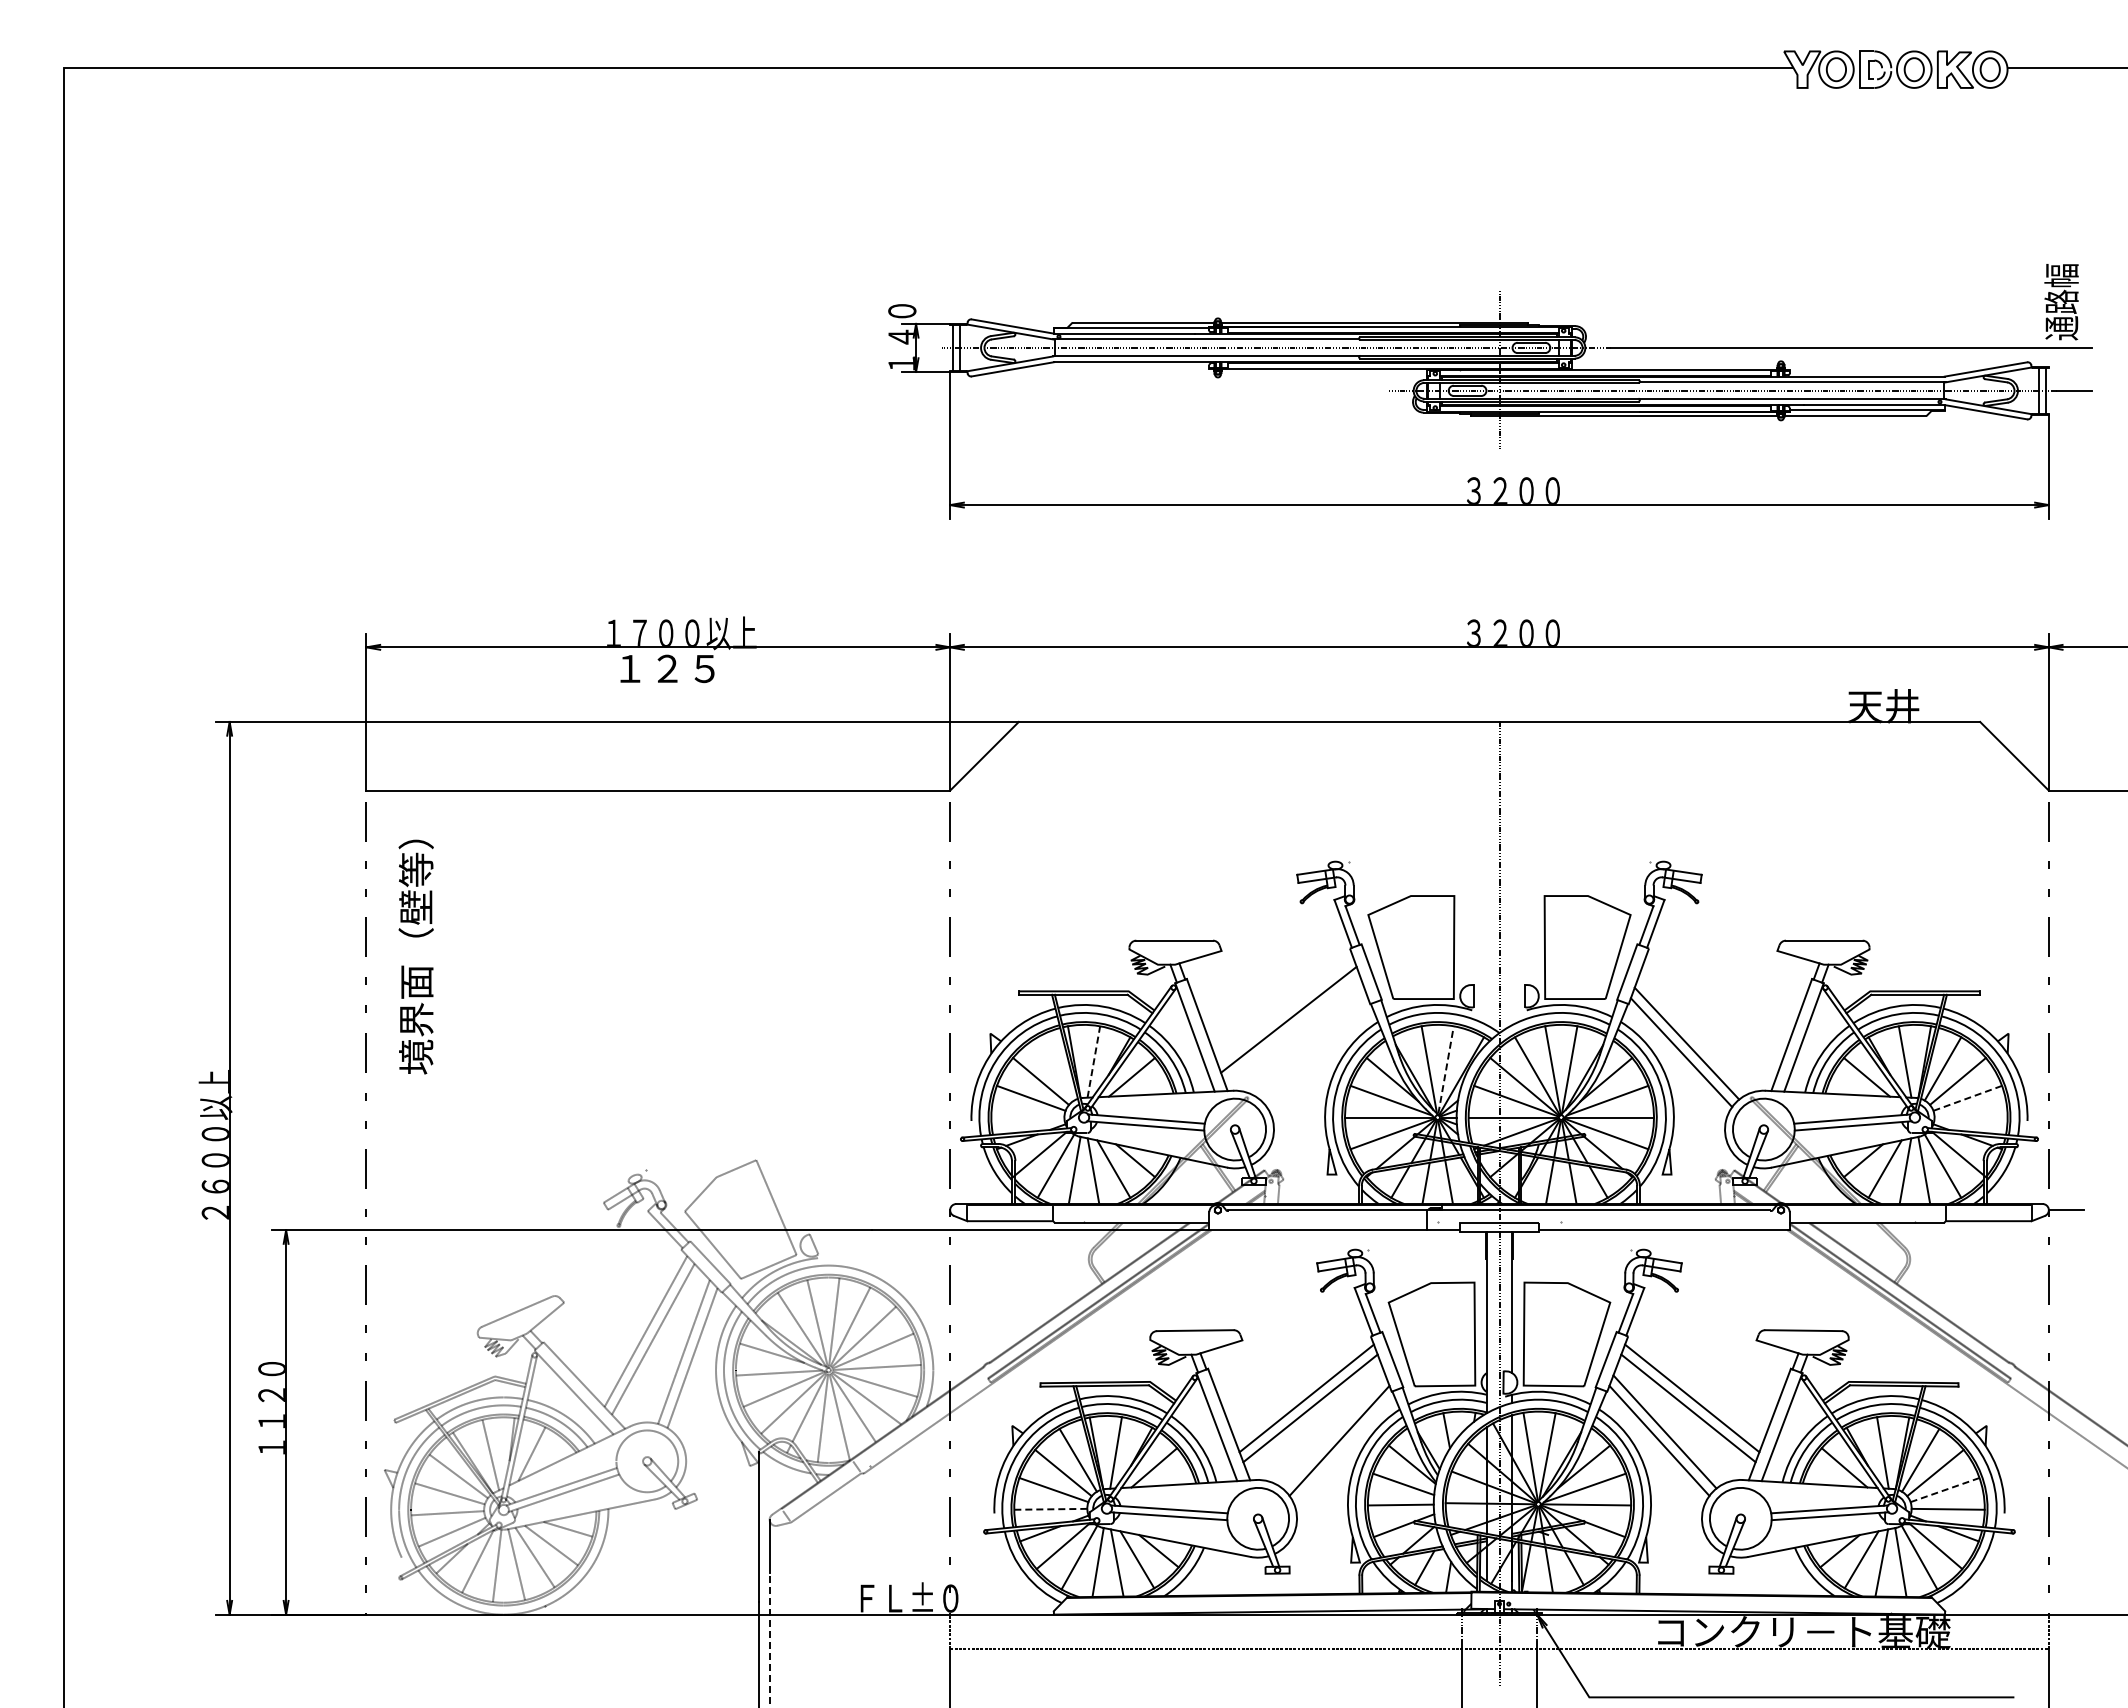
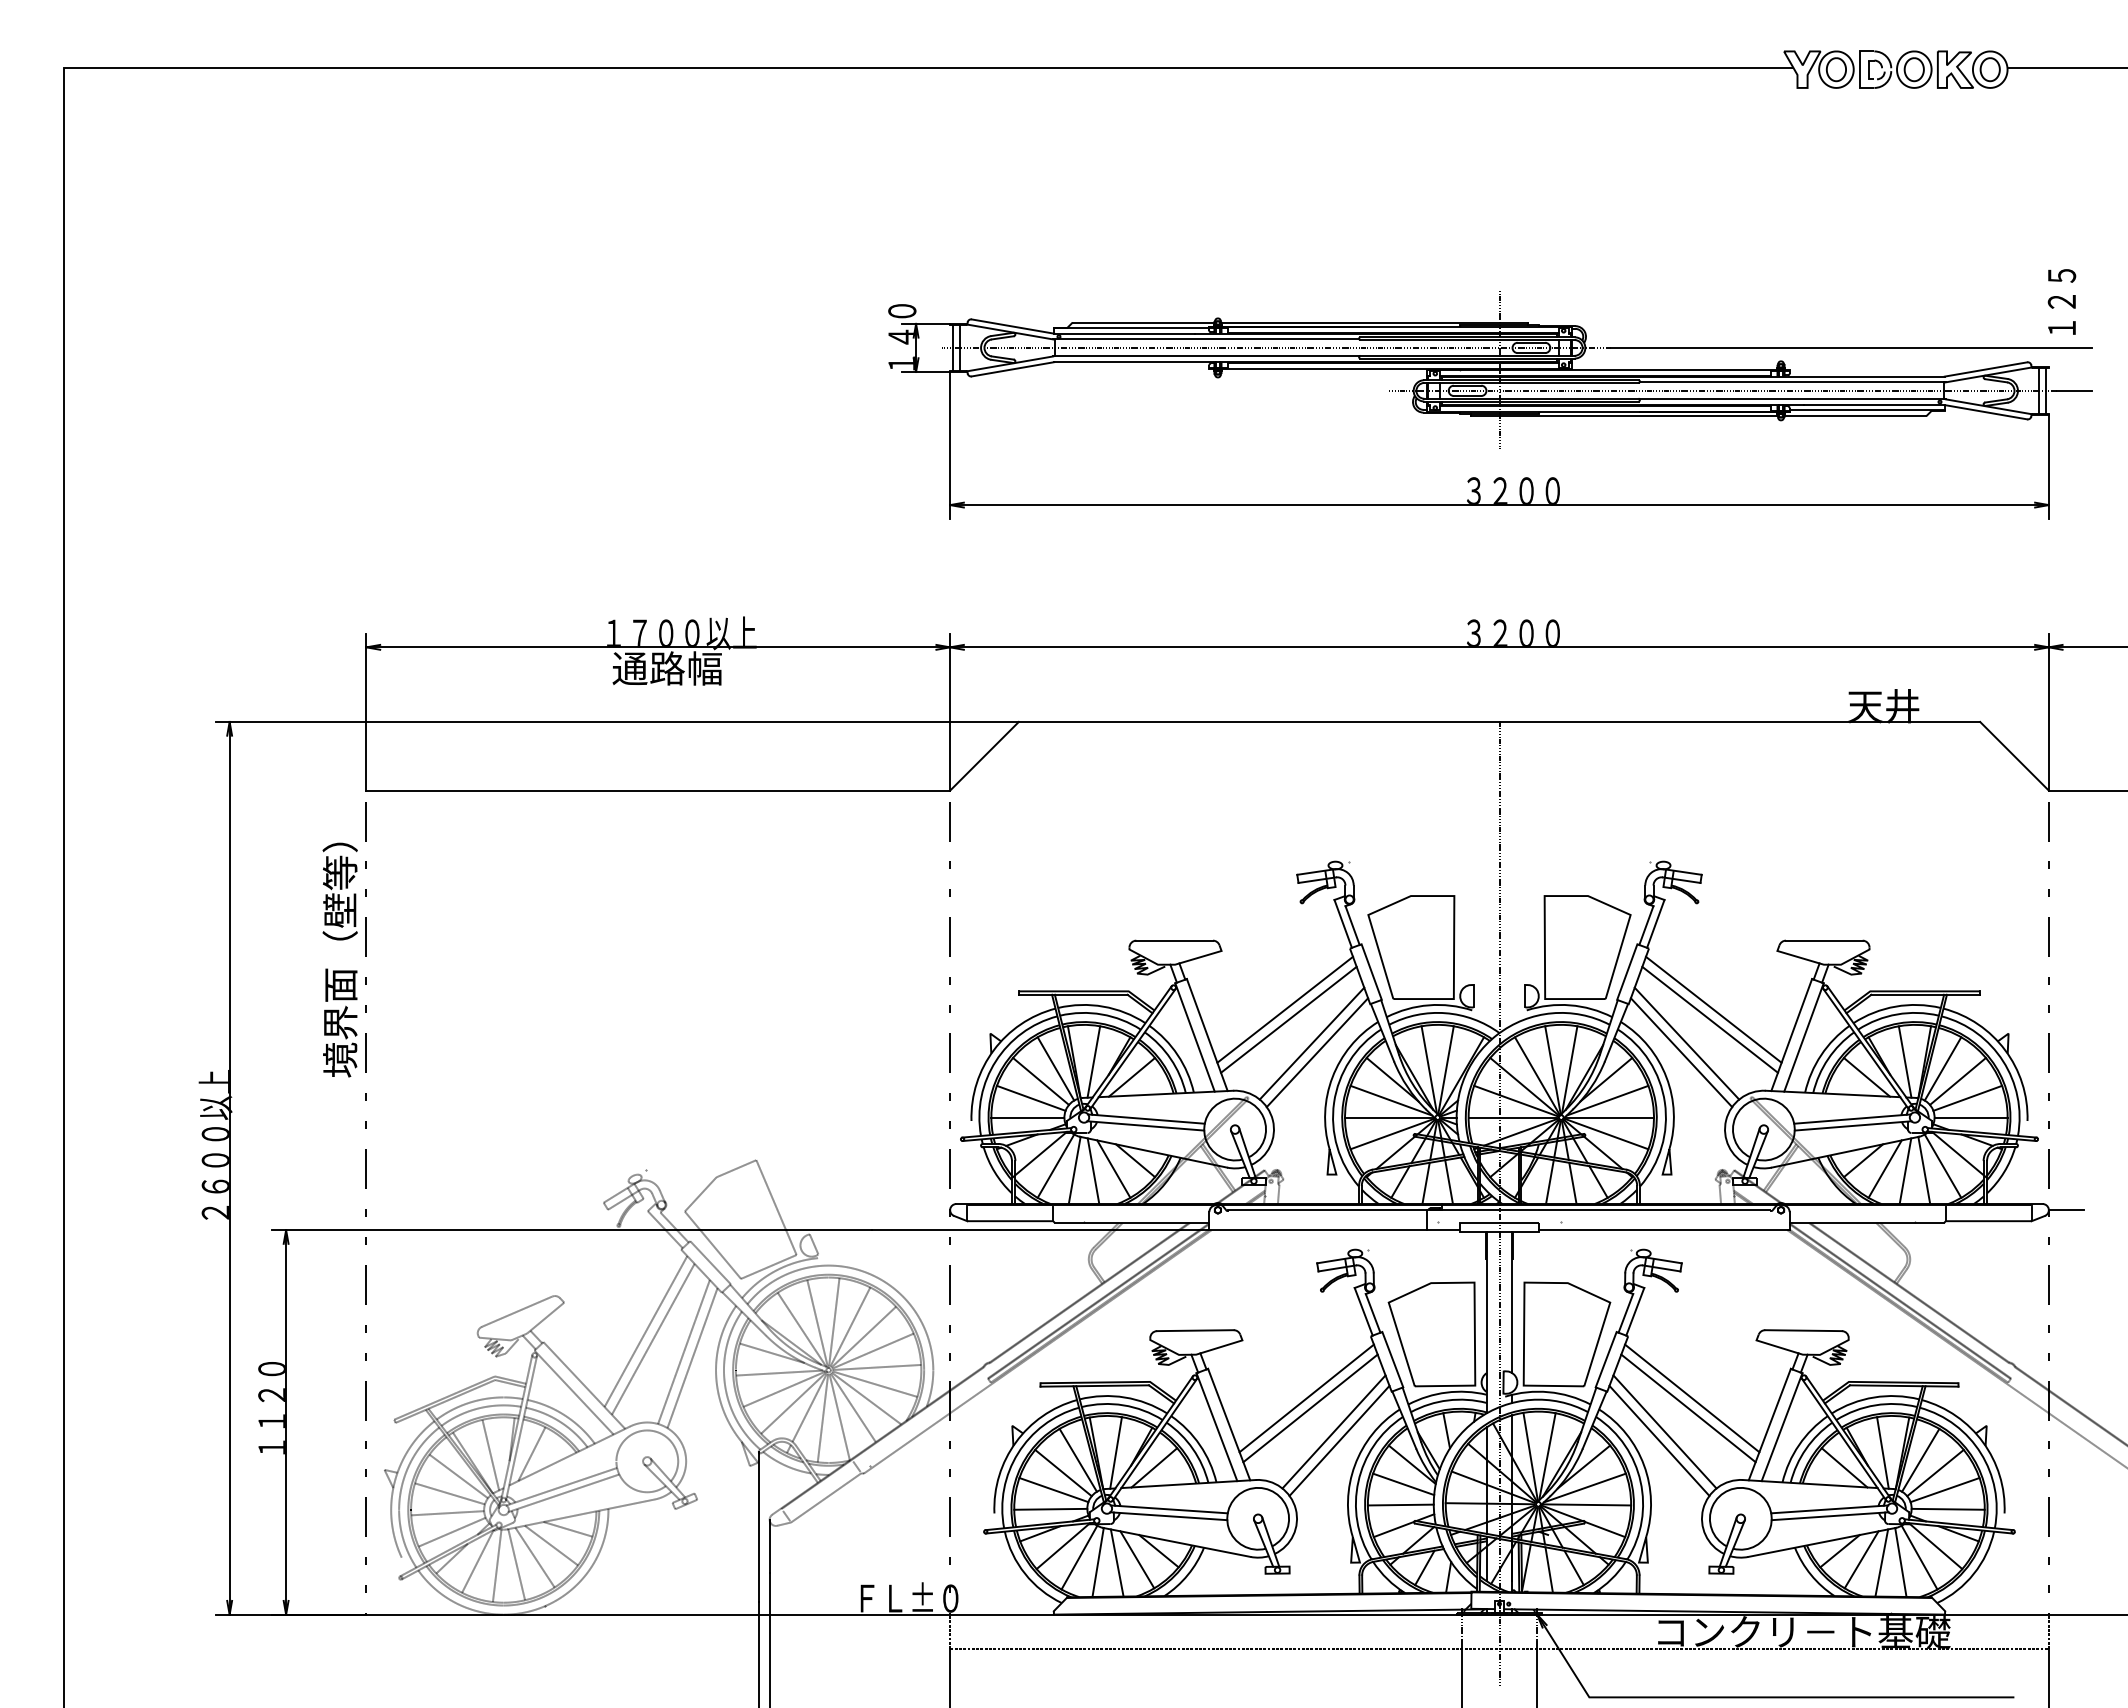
text at (2061, 302): 通路幅 -> １２５
text at (666, 668): １２５ -> 通路幅
text at (415, 956) position: (415, 956) -> (339, 959)
line at (1285, 1009): none -> present
line at (1713, 1009): none -> present
line at (1709, 1019): none -> present
line at (1311, 1043): none -> present
line at (1317, 1052): none -> present
line at (1093, 1061): dashed -> solid
line at (1055, 1068): none -> present
line at (1446, 1069): dashed -> solid
line at (1967, 1098): dashed -> solid
line at (1027, 1117): none -> present
line at (1970, 1117): none -> present
line at (1333, 1431): none -> present
line at (1945, 1490): dashed -> solid
line at (1050, 1509): dashed -> solid
line at (769, 1640): dashed -> solid
